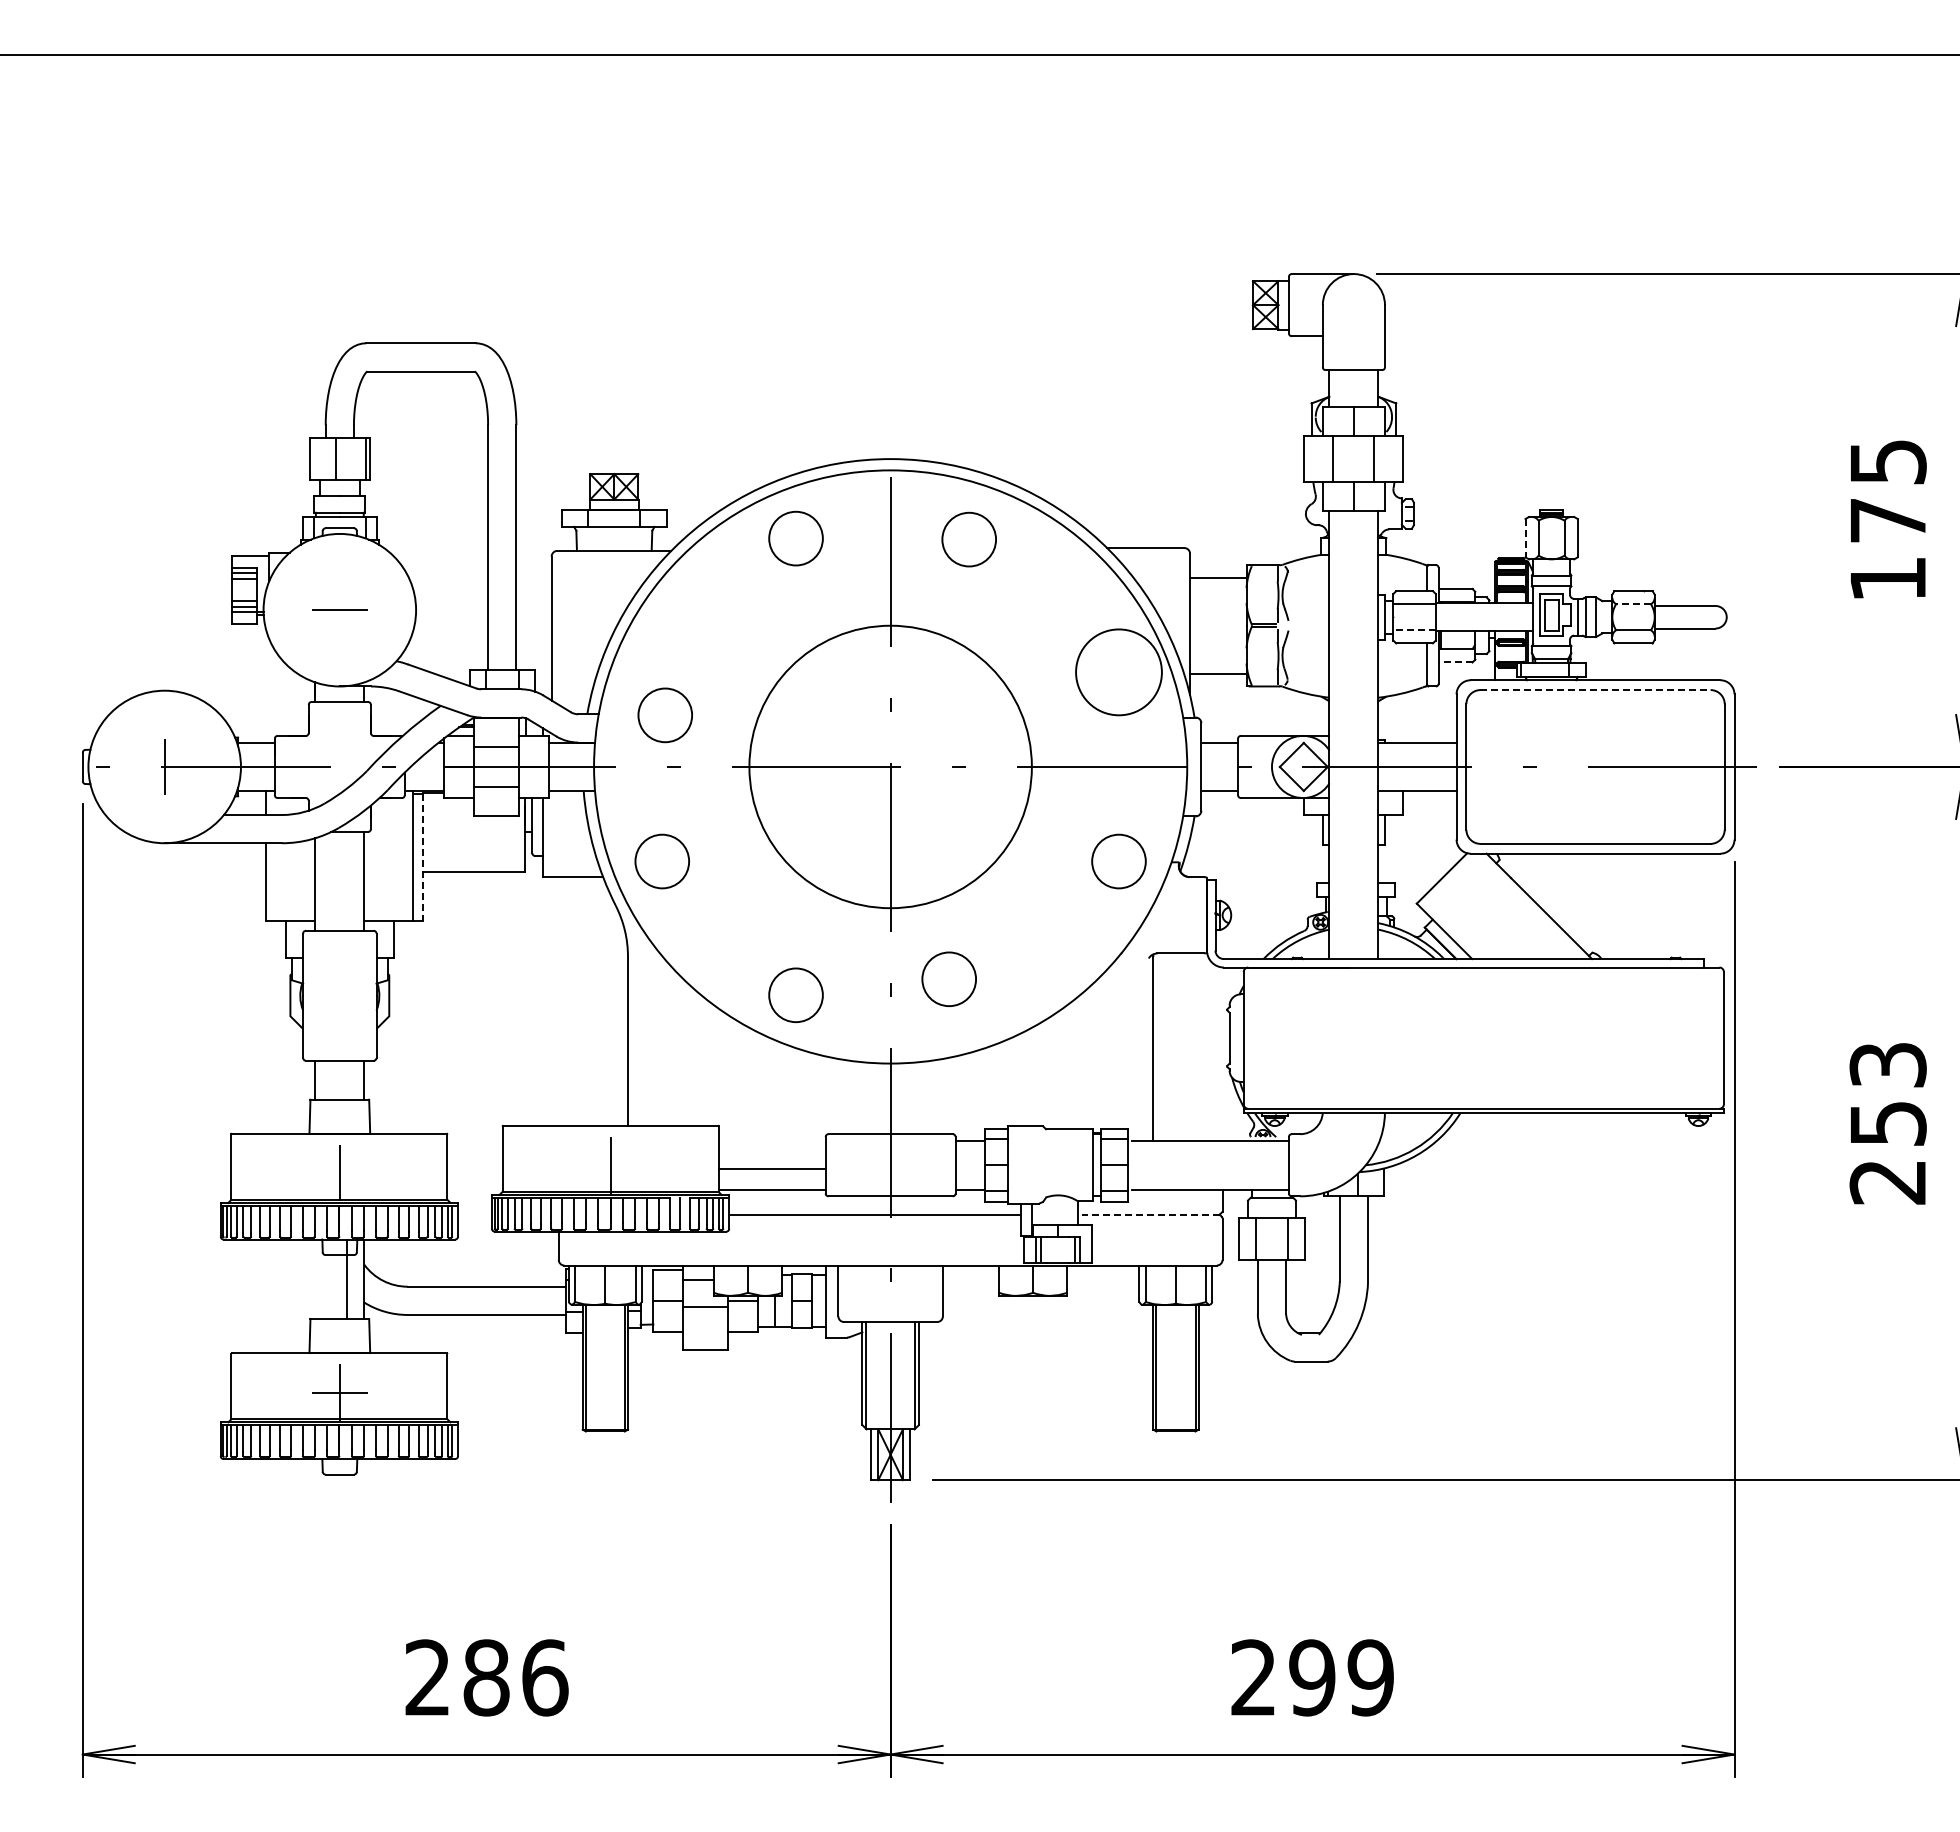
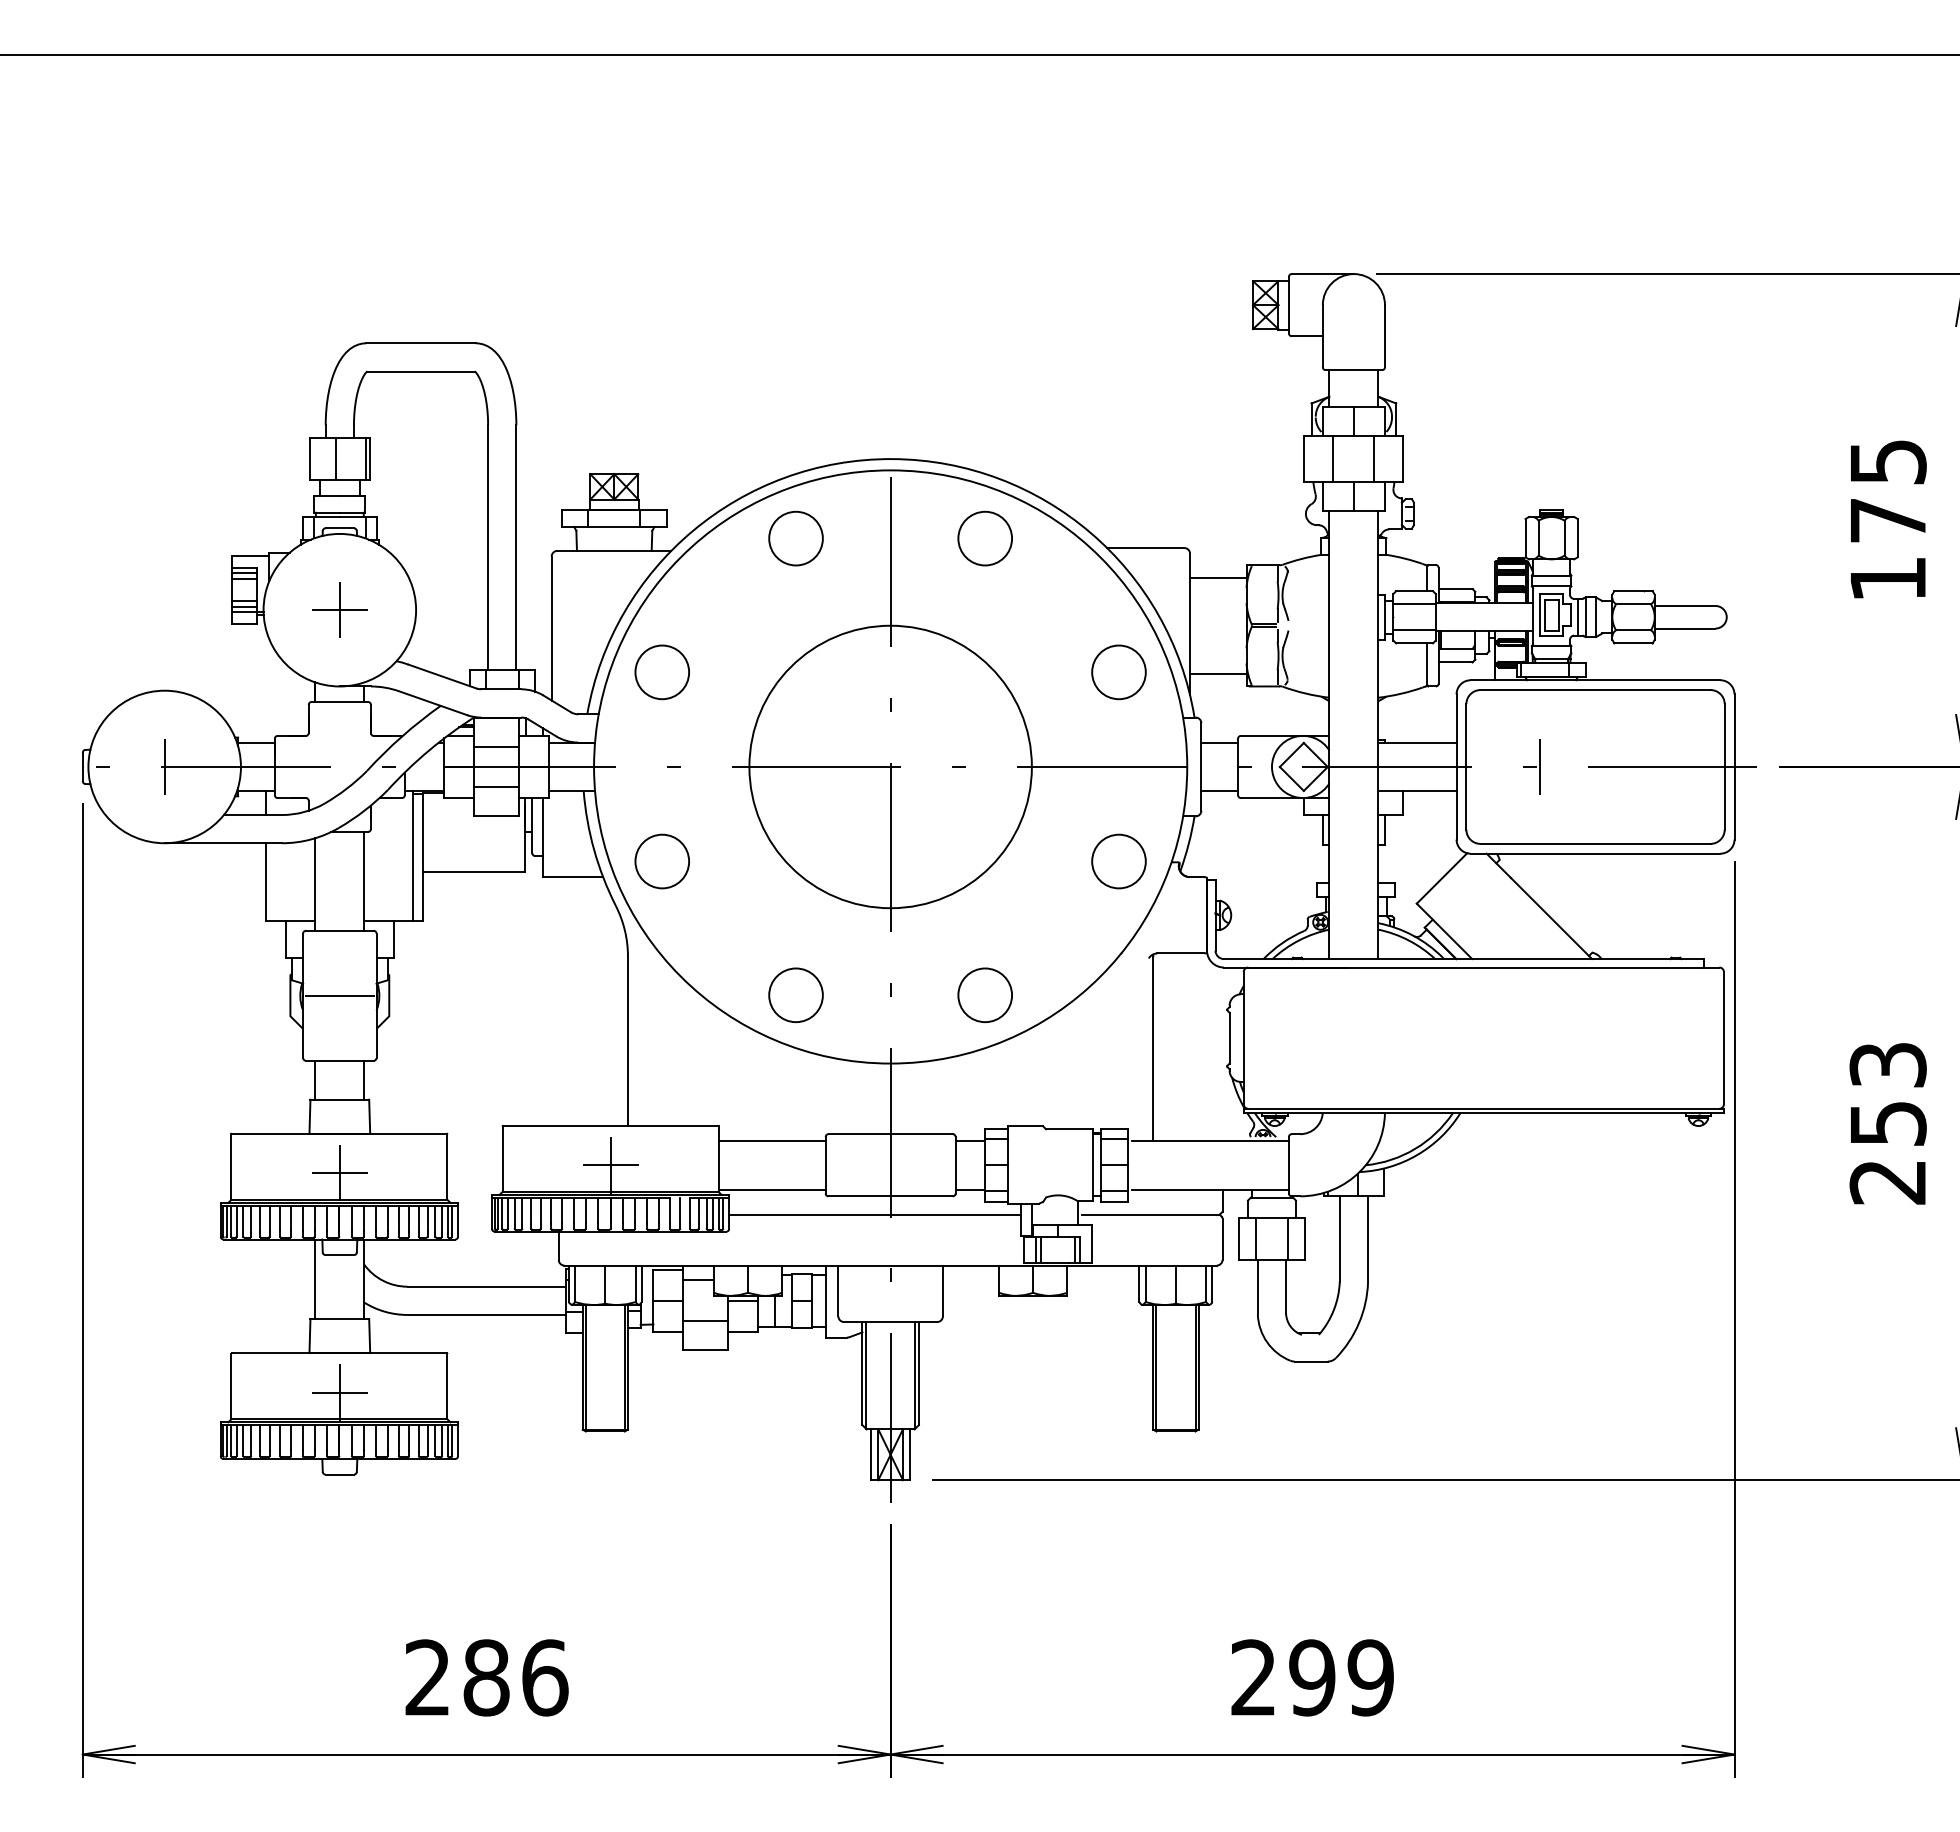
line at (1525, 538): dashed -> solid
circle at (968, 539) position: (968, 539) -> (984, 538)
line at (1633, 604): dashed -> solid
line at (339, 609): none -> present
line at (1414, 630): dashed -> solid
line at (1455, 662): dashed -> solid
circle at (1118, 672) diameter: 86 px -> 54 px
line at (1596, 690): dashed -> solid
circle at (664, 715) position: (664, 715) -> (661, 672)
line at (1540, 766): none -> present
line at (423, 857): dashed -> solid
circle at (948, 978) position: (948, 978) -> (984, 994)
line at (339, 995): none -> present
line at (610, 1165): none -> present
line at (771, 1168) position: (771, 1168) -> (771, 1140)
line at (339, 1173): none -> present
line at (1150, 1214): dashed -> solid
line at (347, 1279) position: (347, 1279) -> (315, 1279)
line at (705, 1307) position: (705, 1307) -> (705, 1321)
